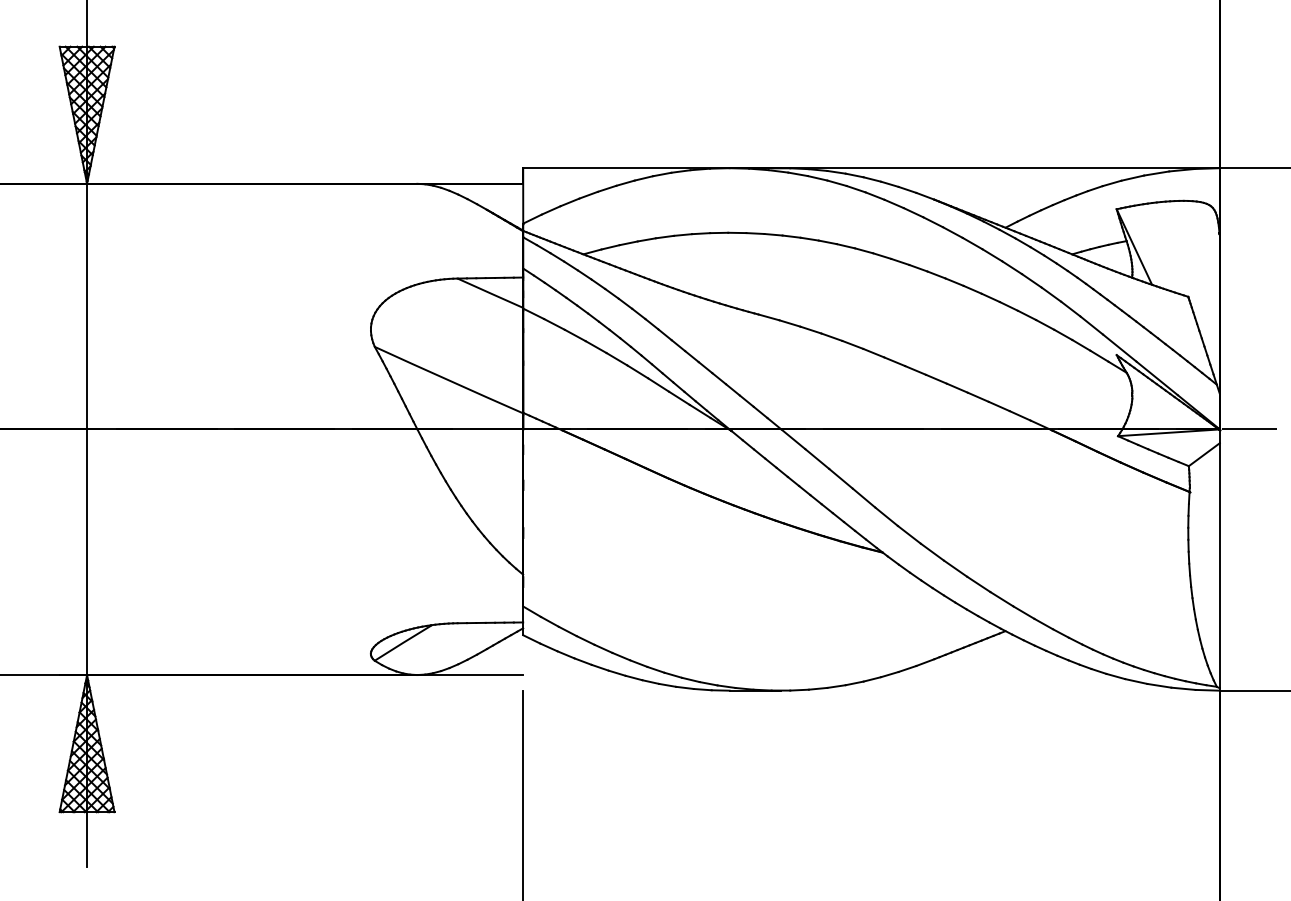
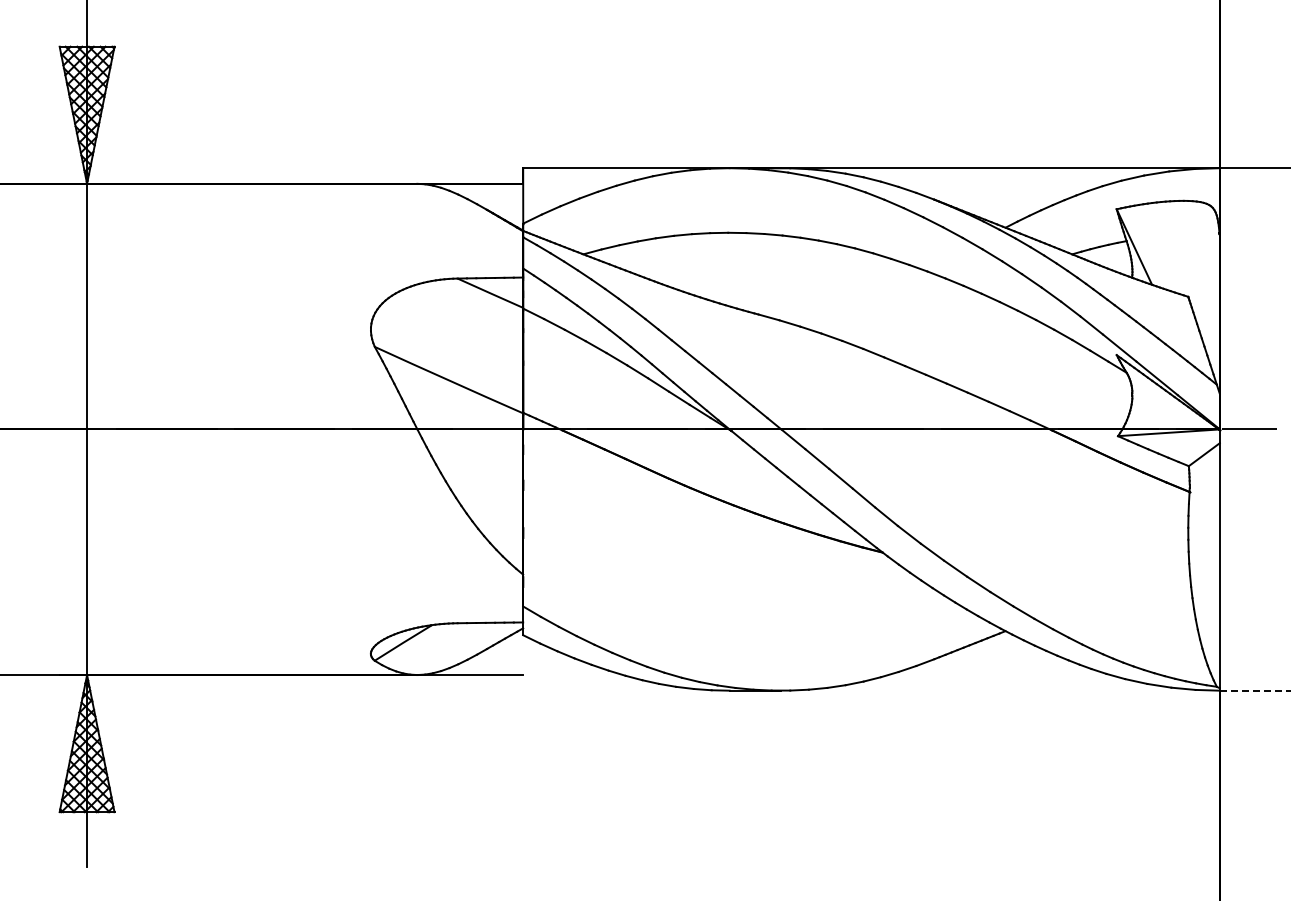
line at (1255, 690): solid -> dashed
line at (523, 793): present -> none
